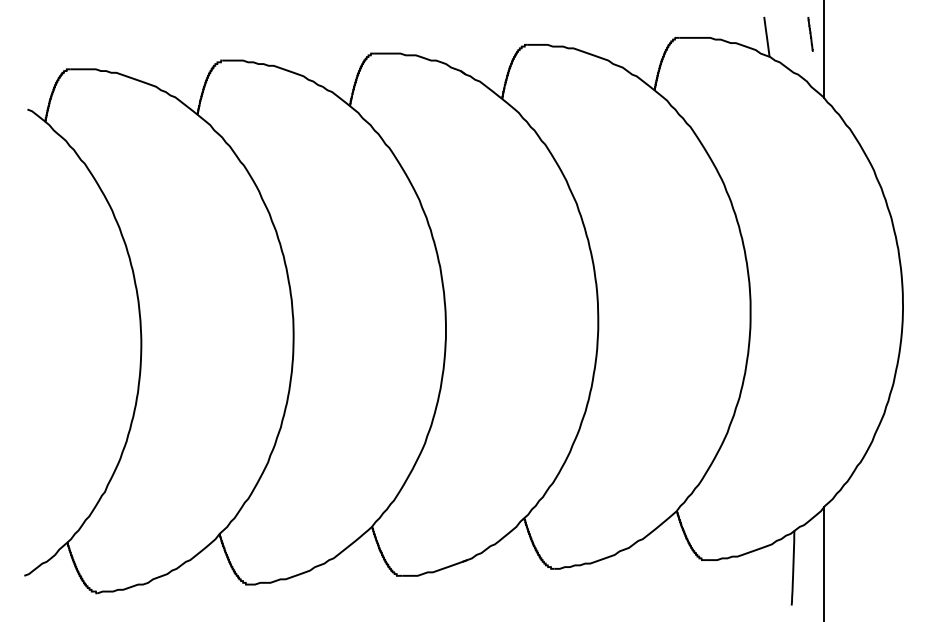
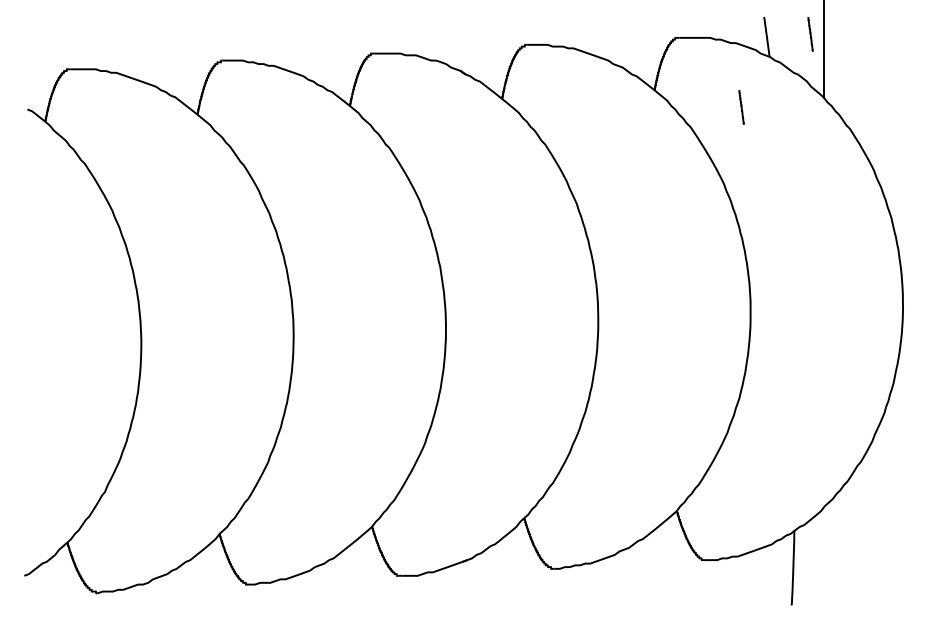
line at (741, 107): none -> present
line at (824, 562): present -> none
